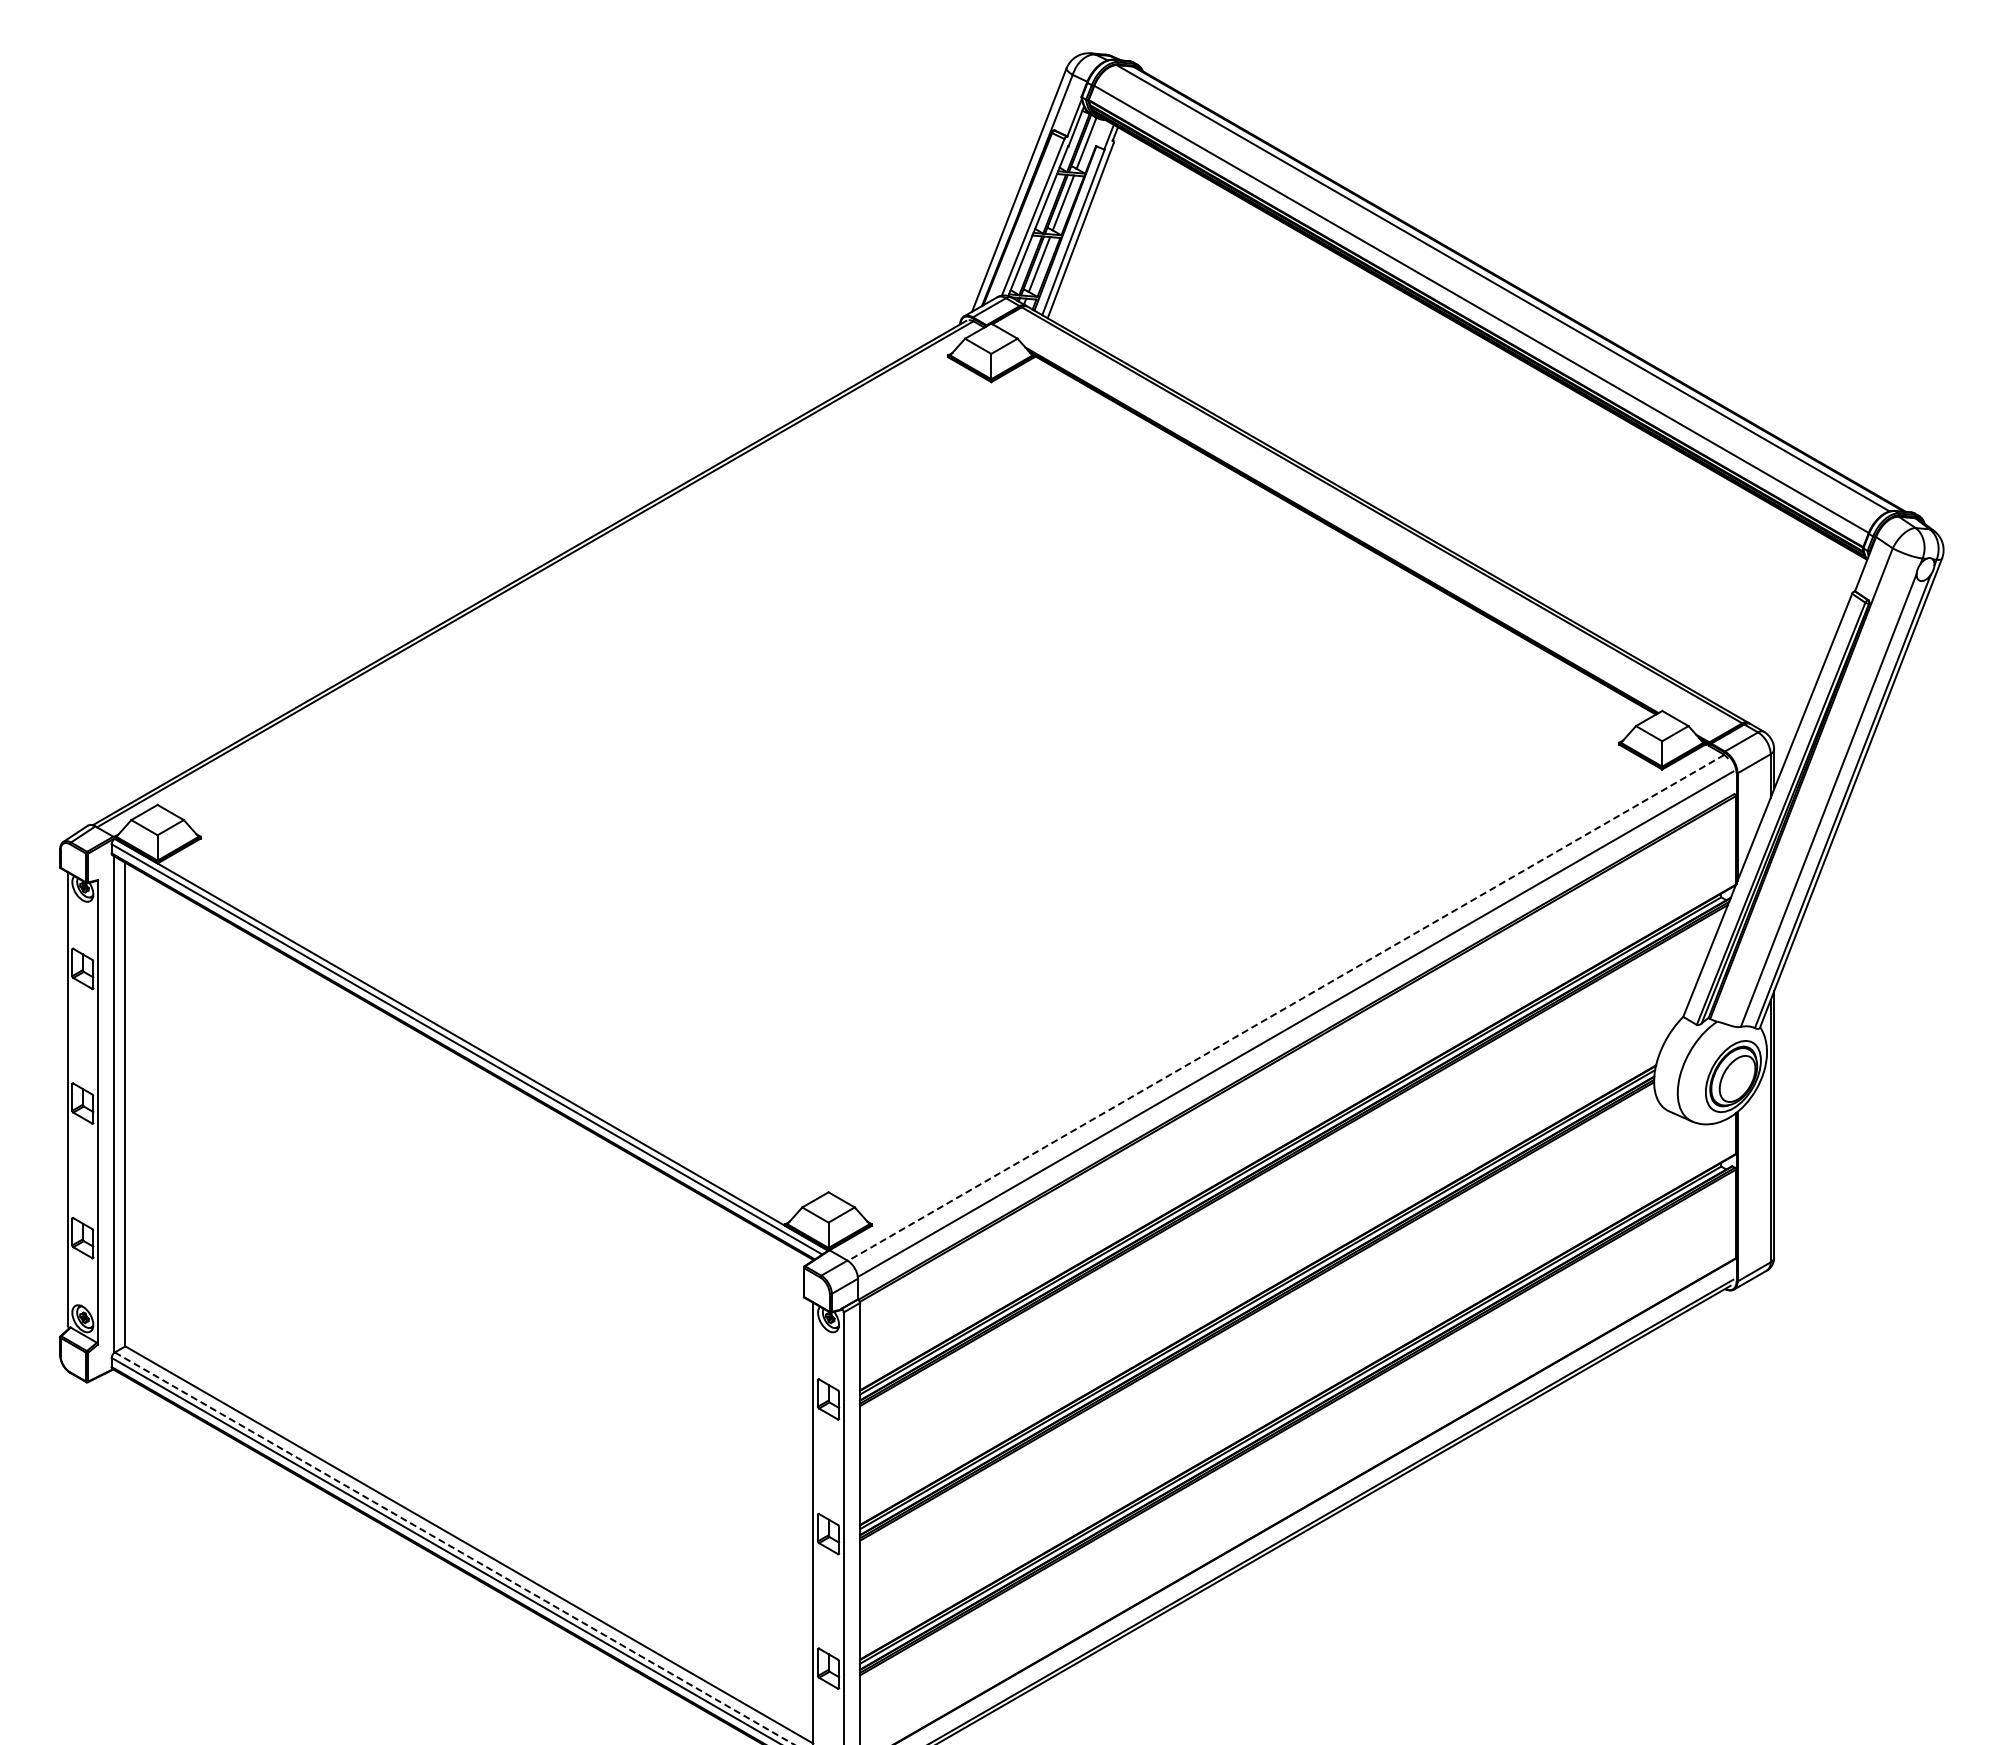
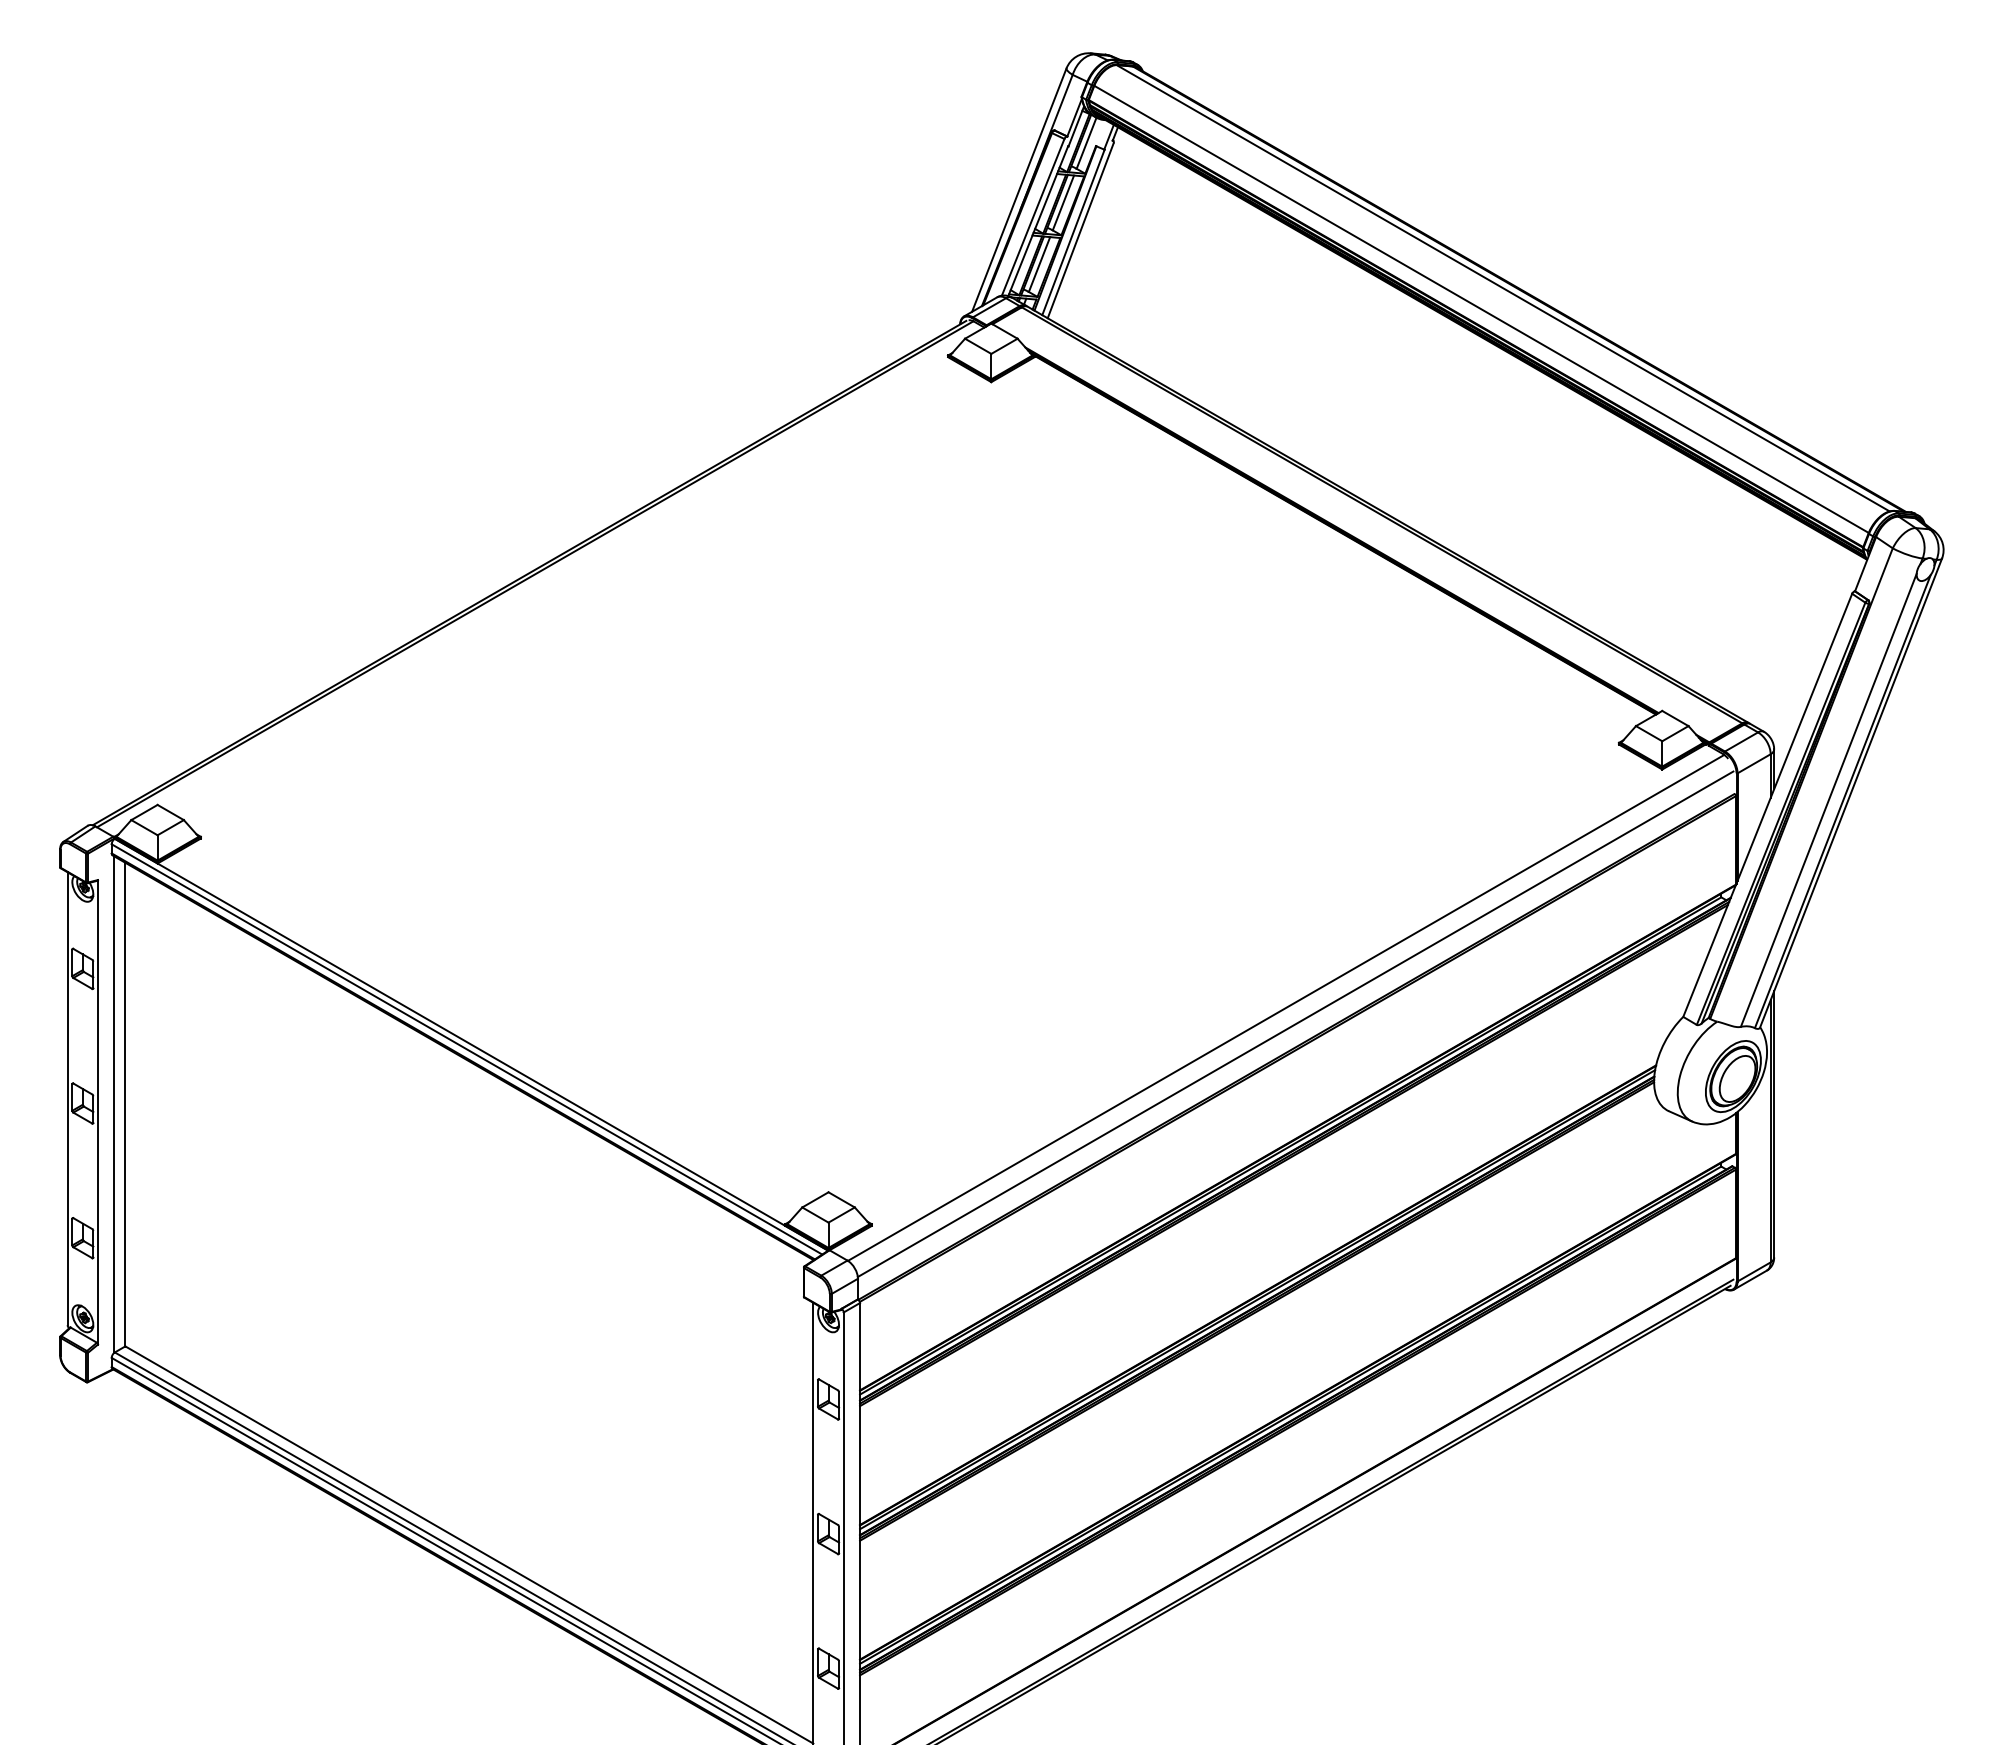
line at (1286, 1007): dashed -> solid
line at (455, 1548): dashed -> solid
